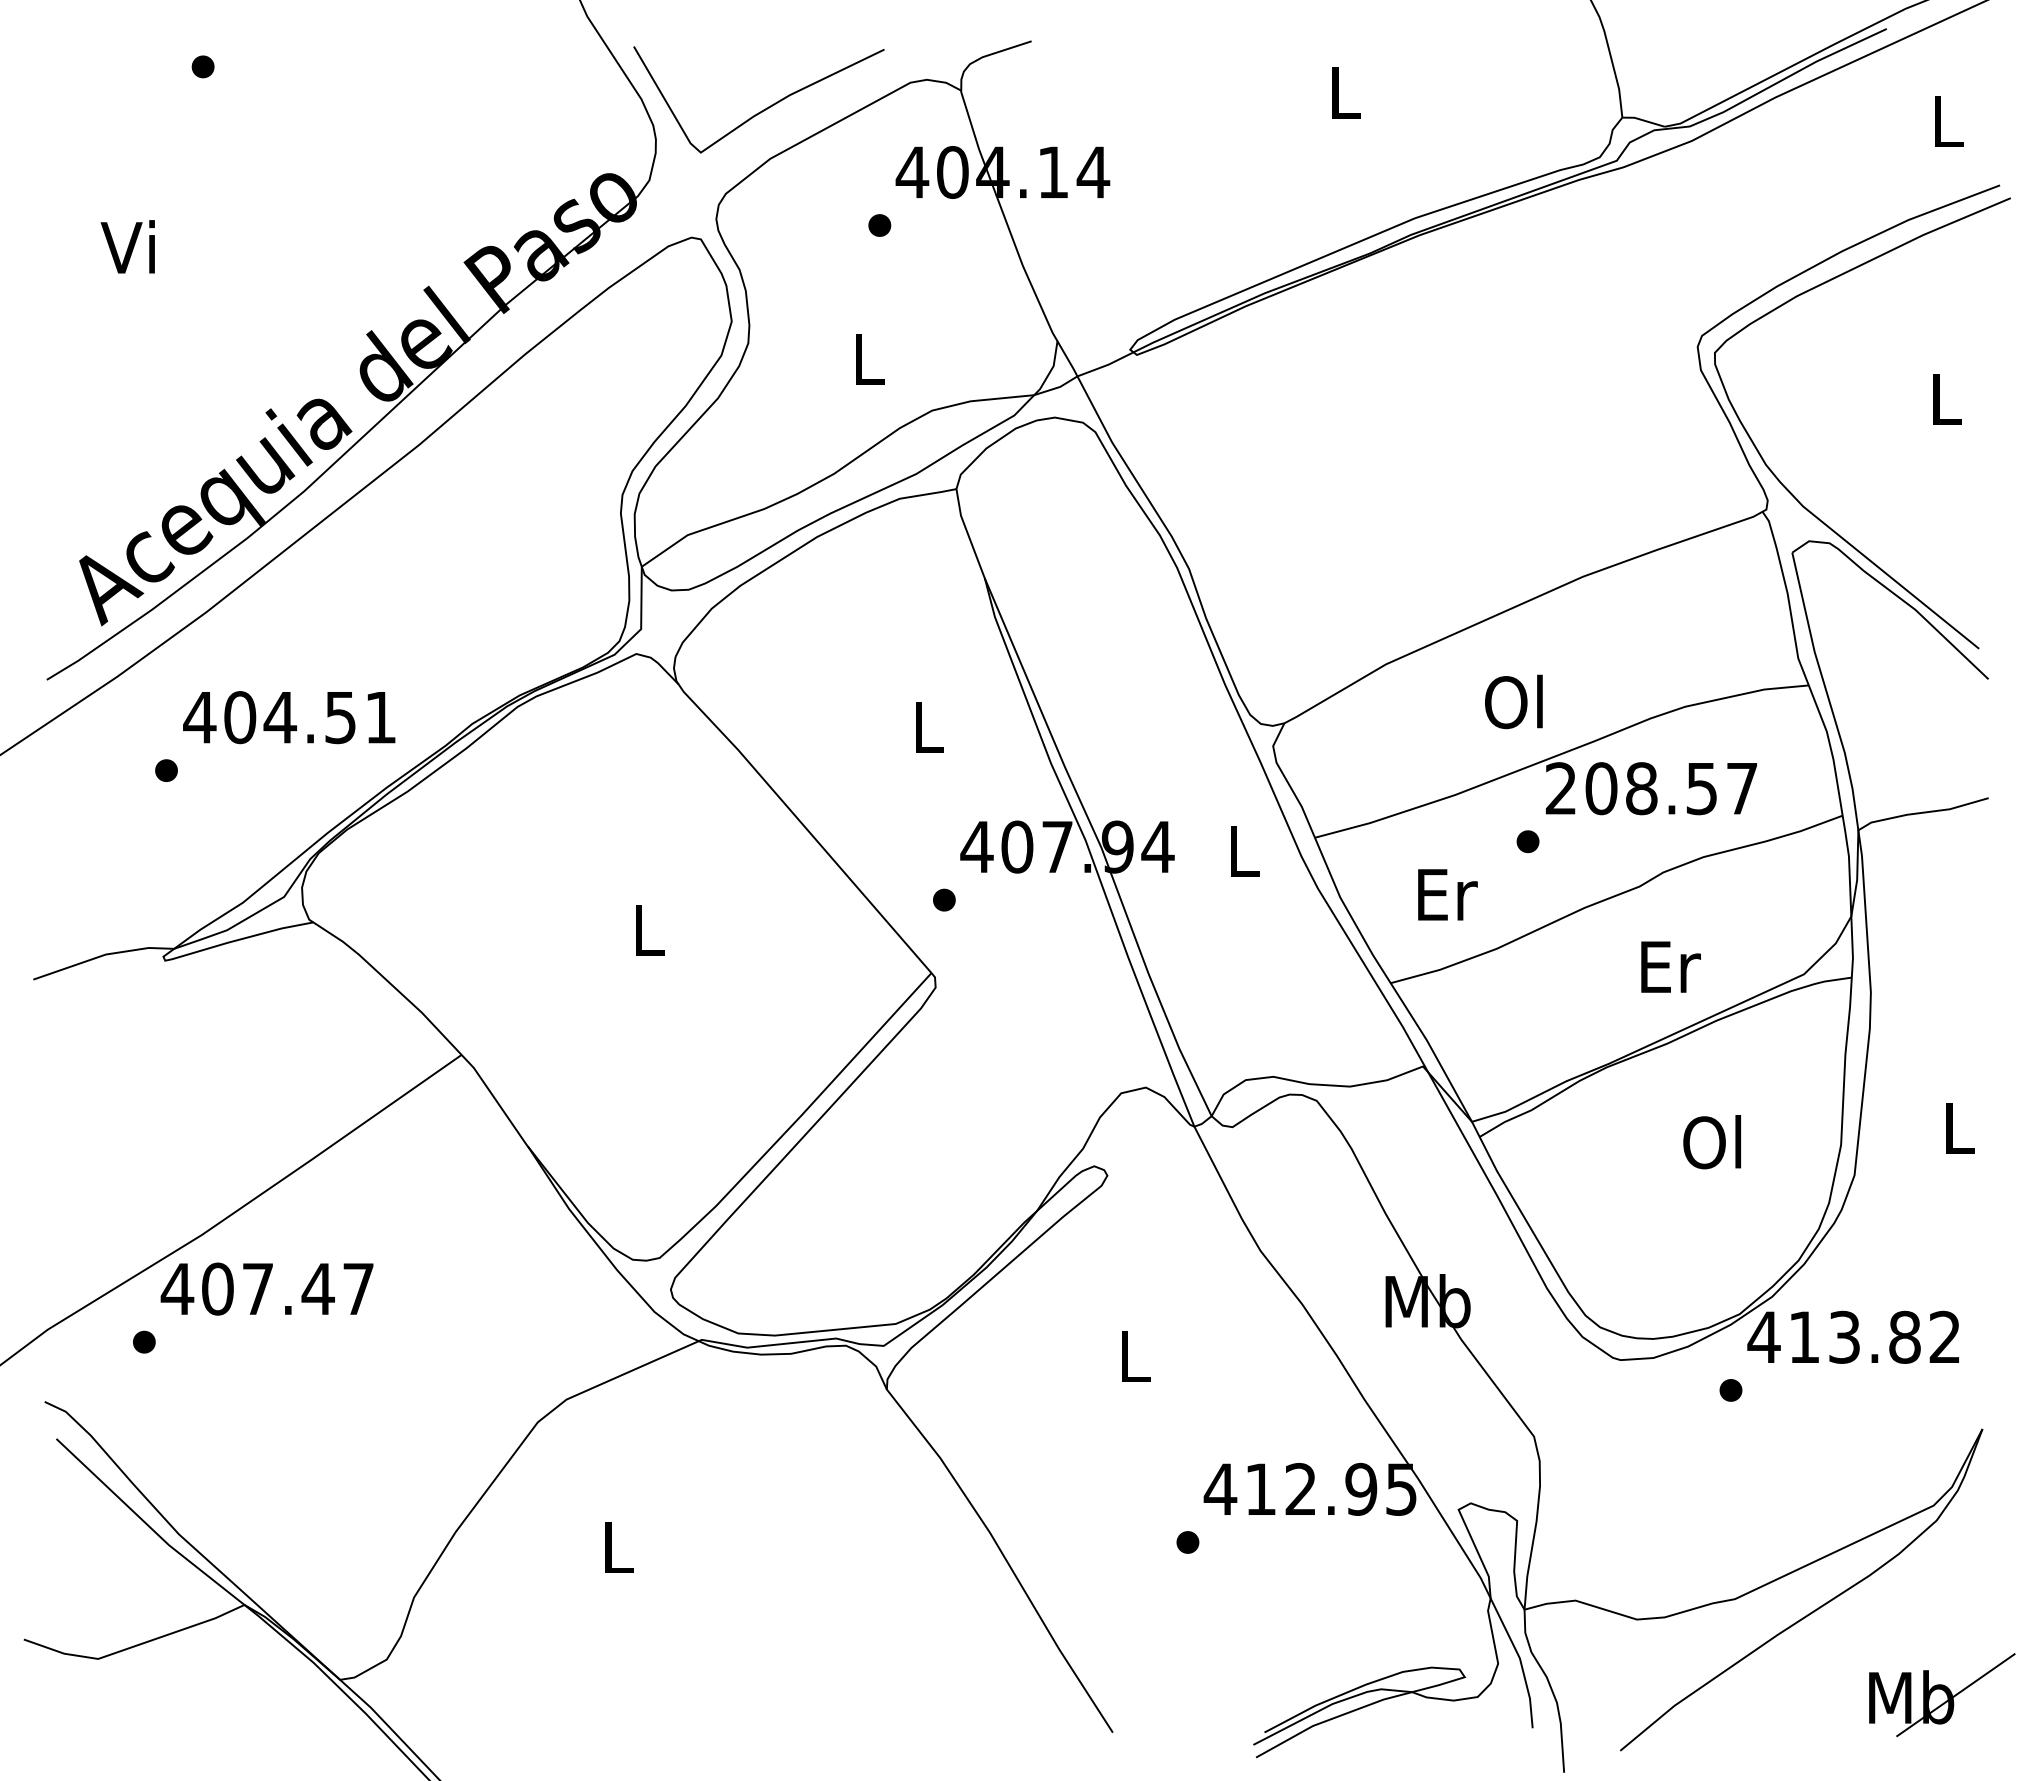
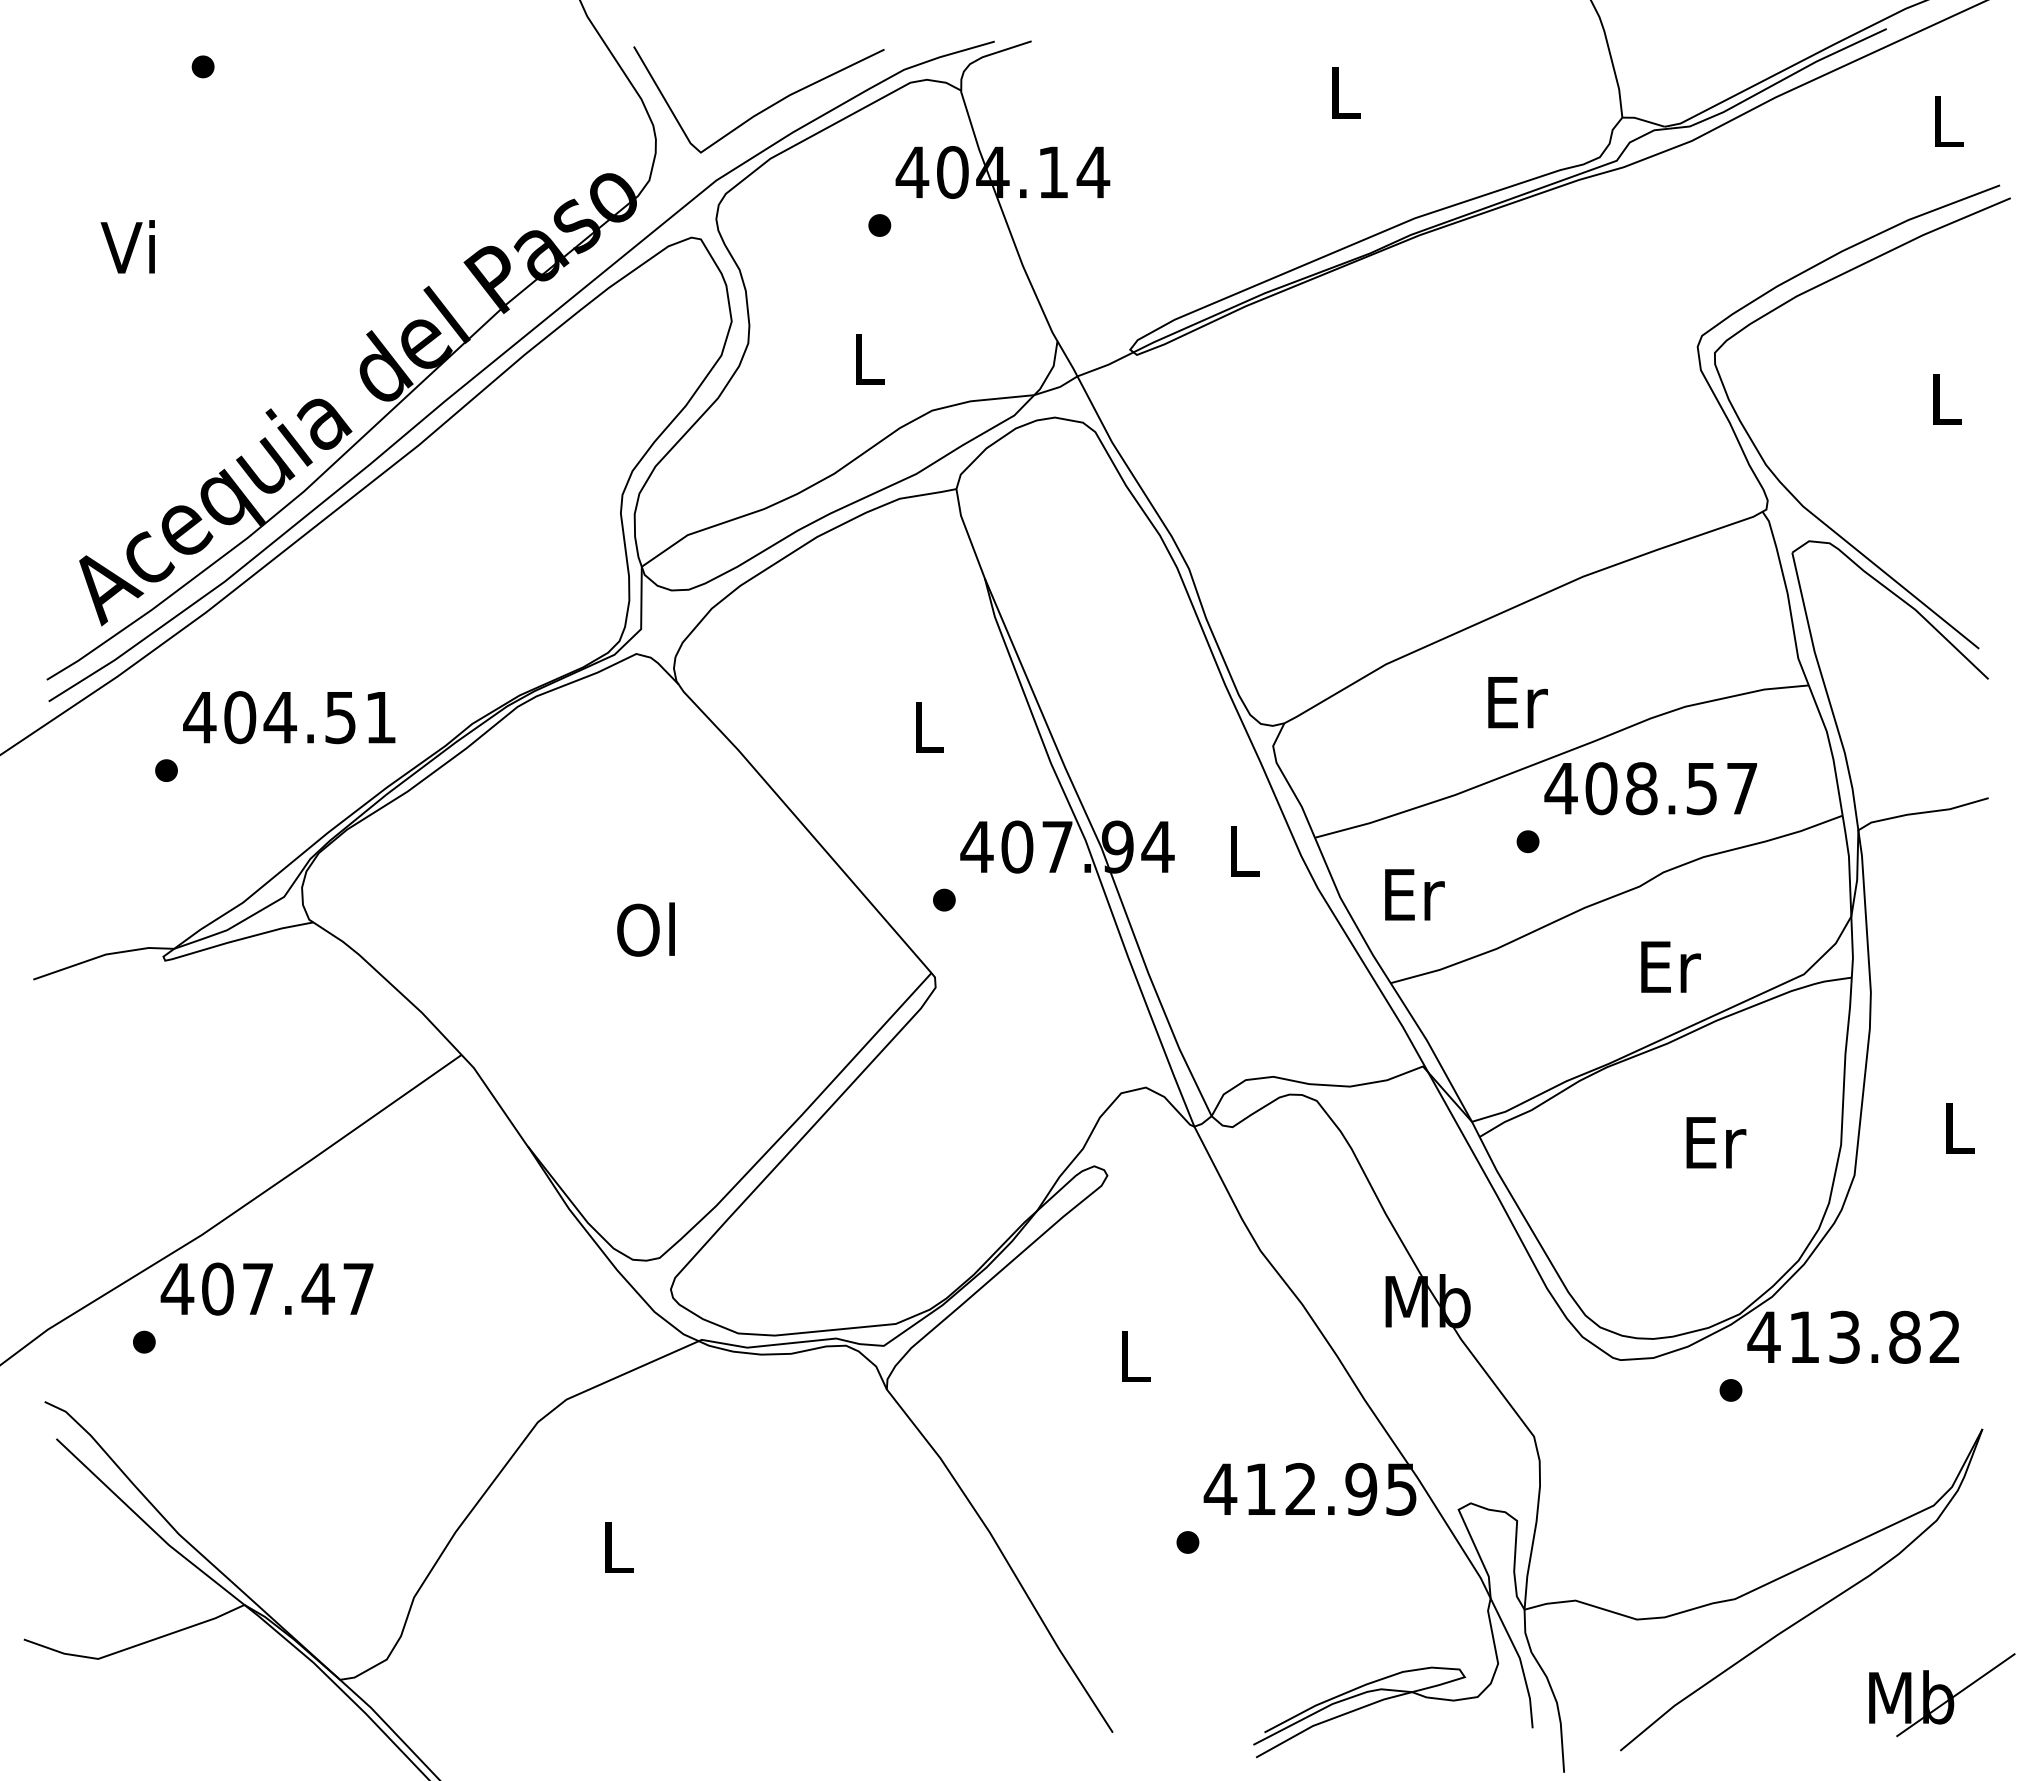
curve at (504, 354): none -> present
text at (1516, 701): Ol -> Er
text at (1560, 788): 208.57 -> 408.57
text at (1447, 894) position: (1447, 894) -> (1414, 894)
text at (645, 929): L -> Ol
text at (1714, 1142): Ol -> Er
